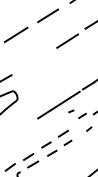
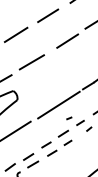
line at (31, 62): none -> present
part at (77, 113) position: (77, 113) -> (75, 120)
line at (16, 130): none -> present
